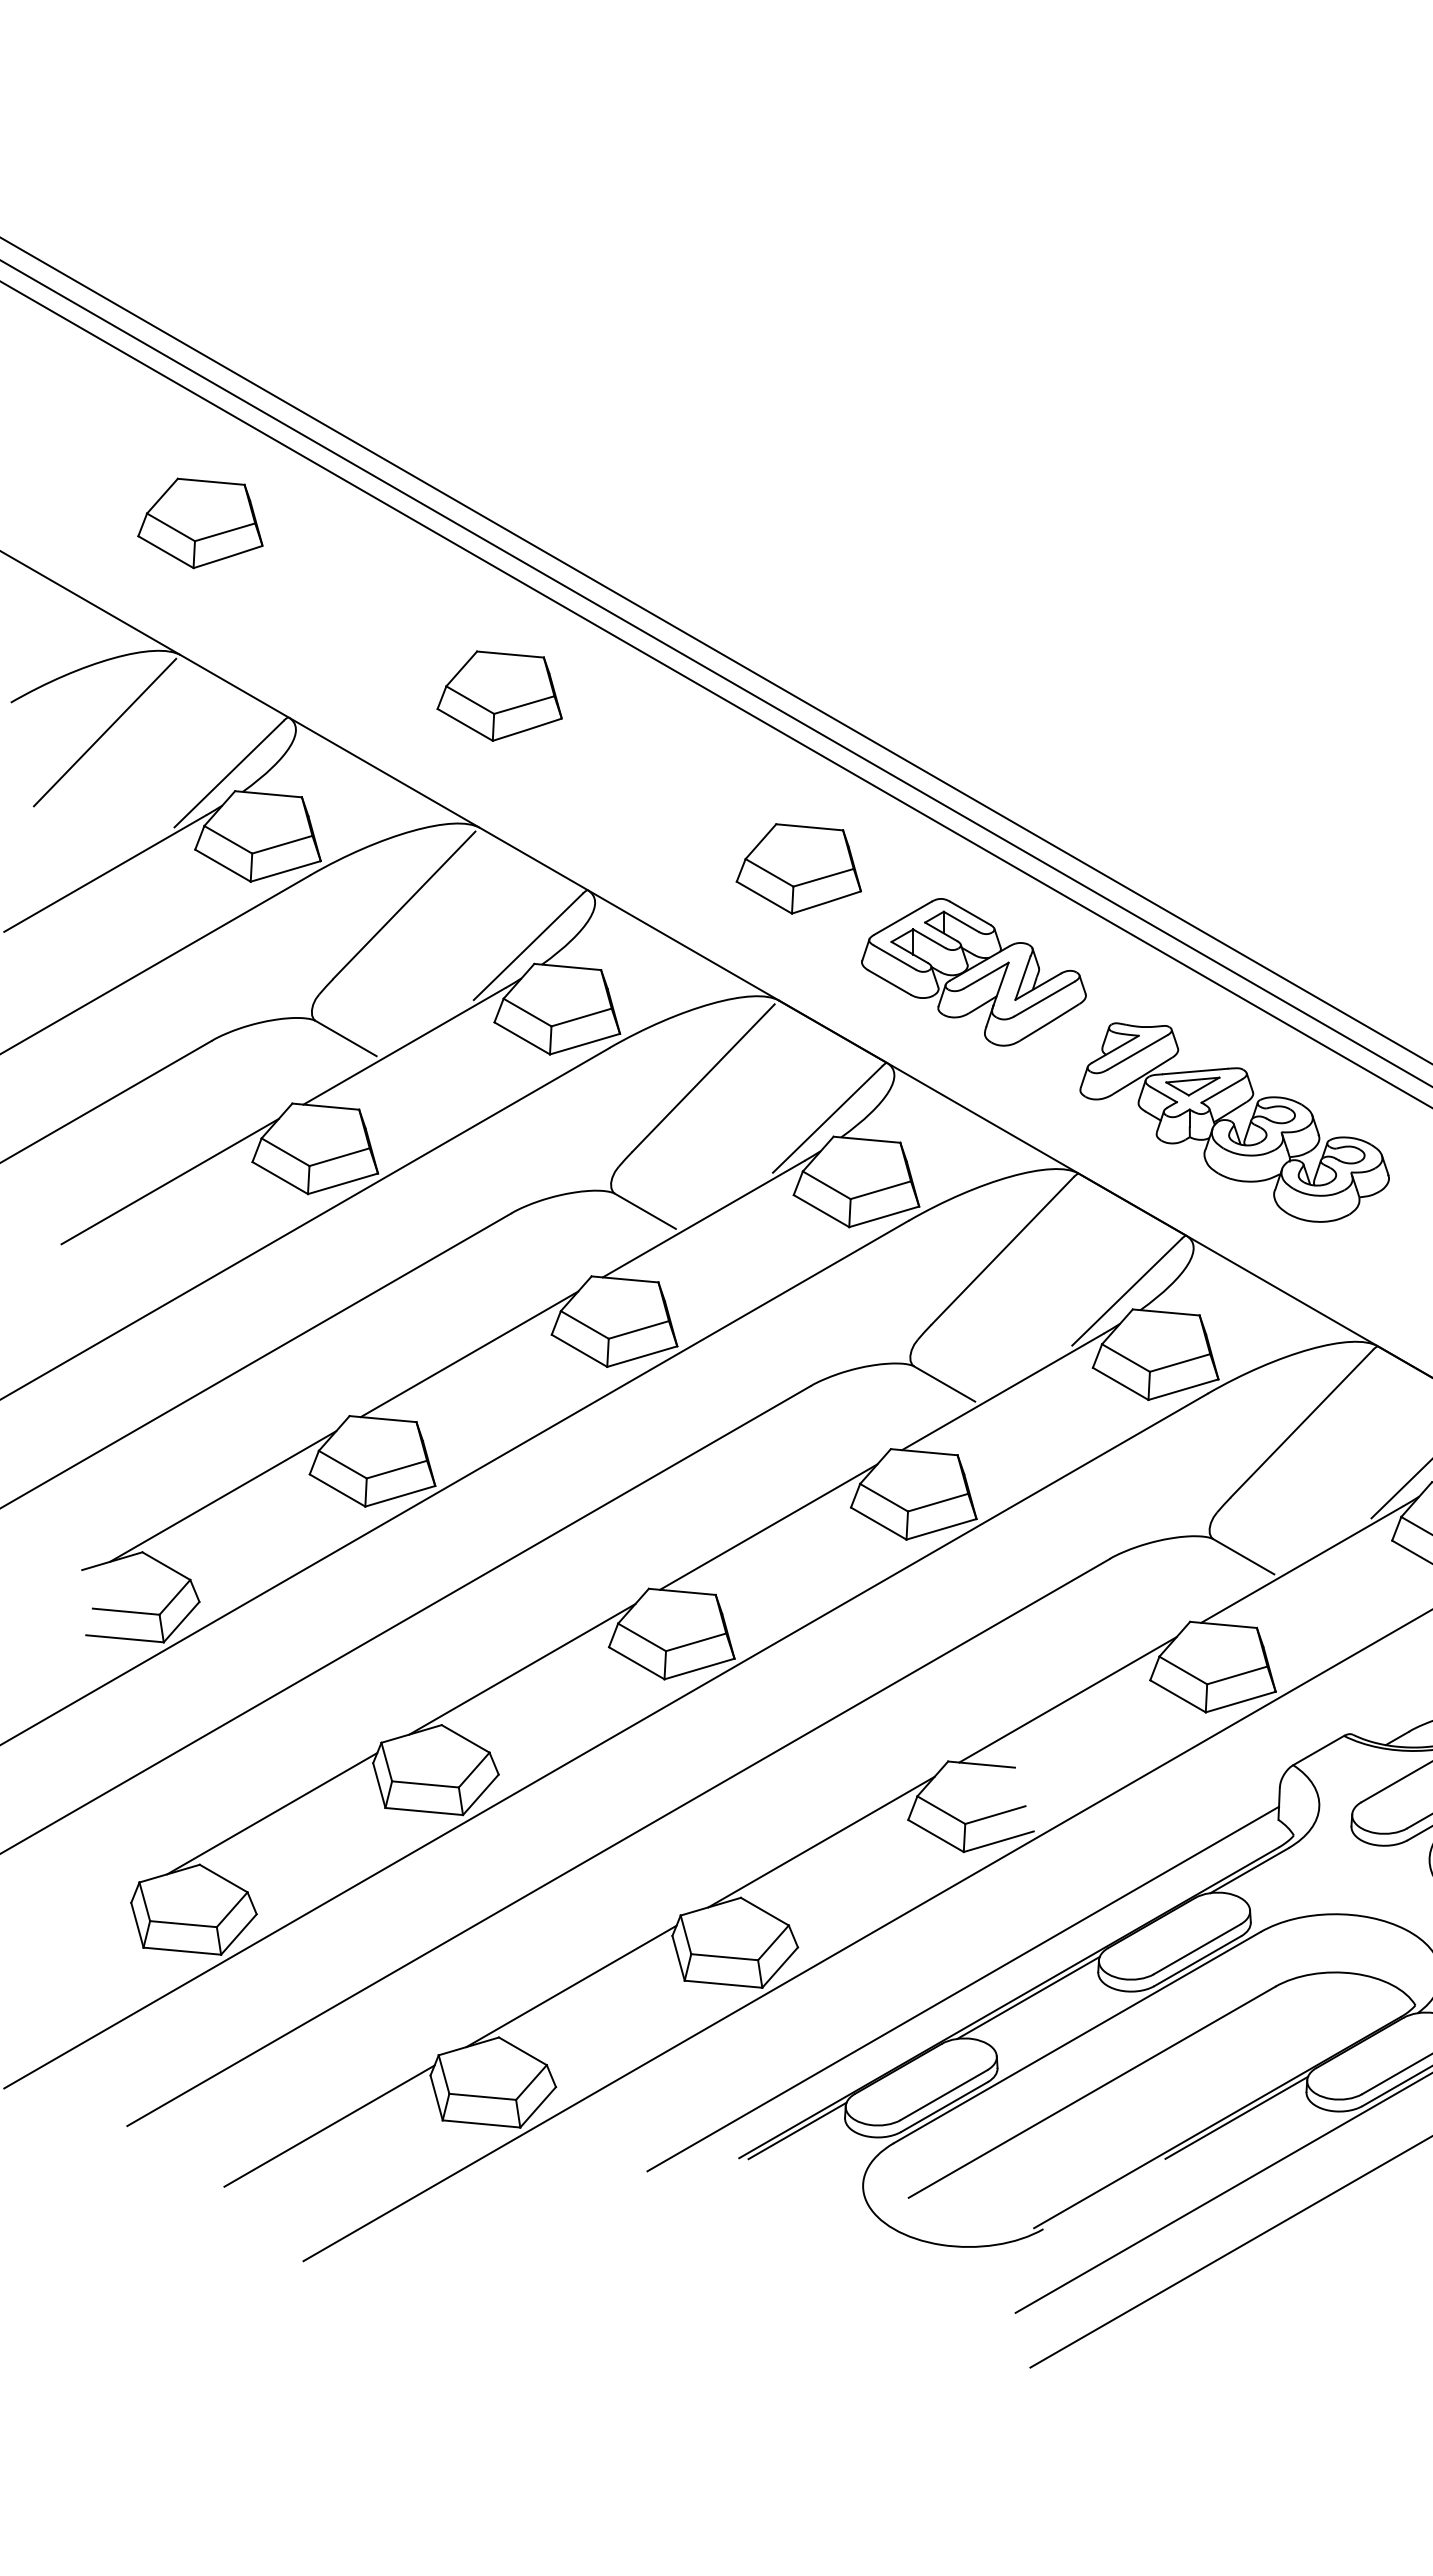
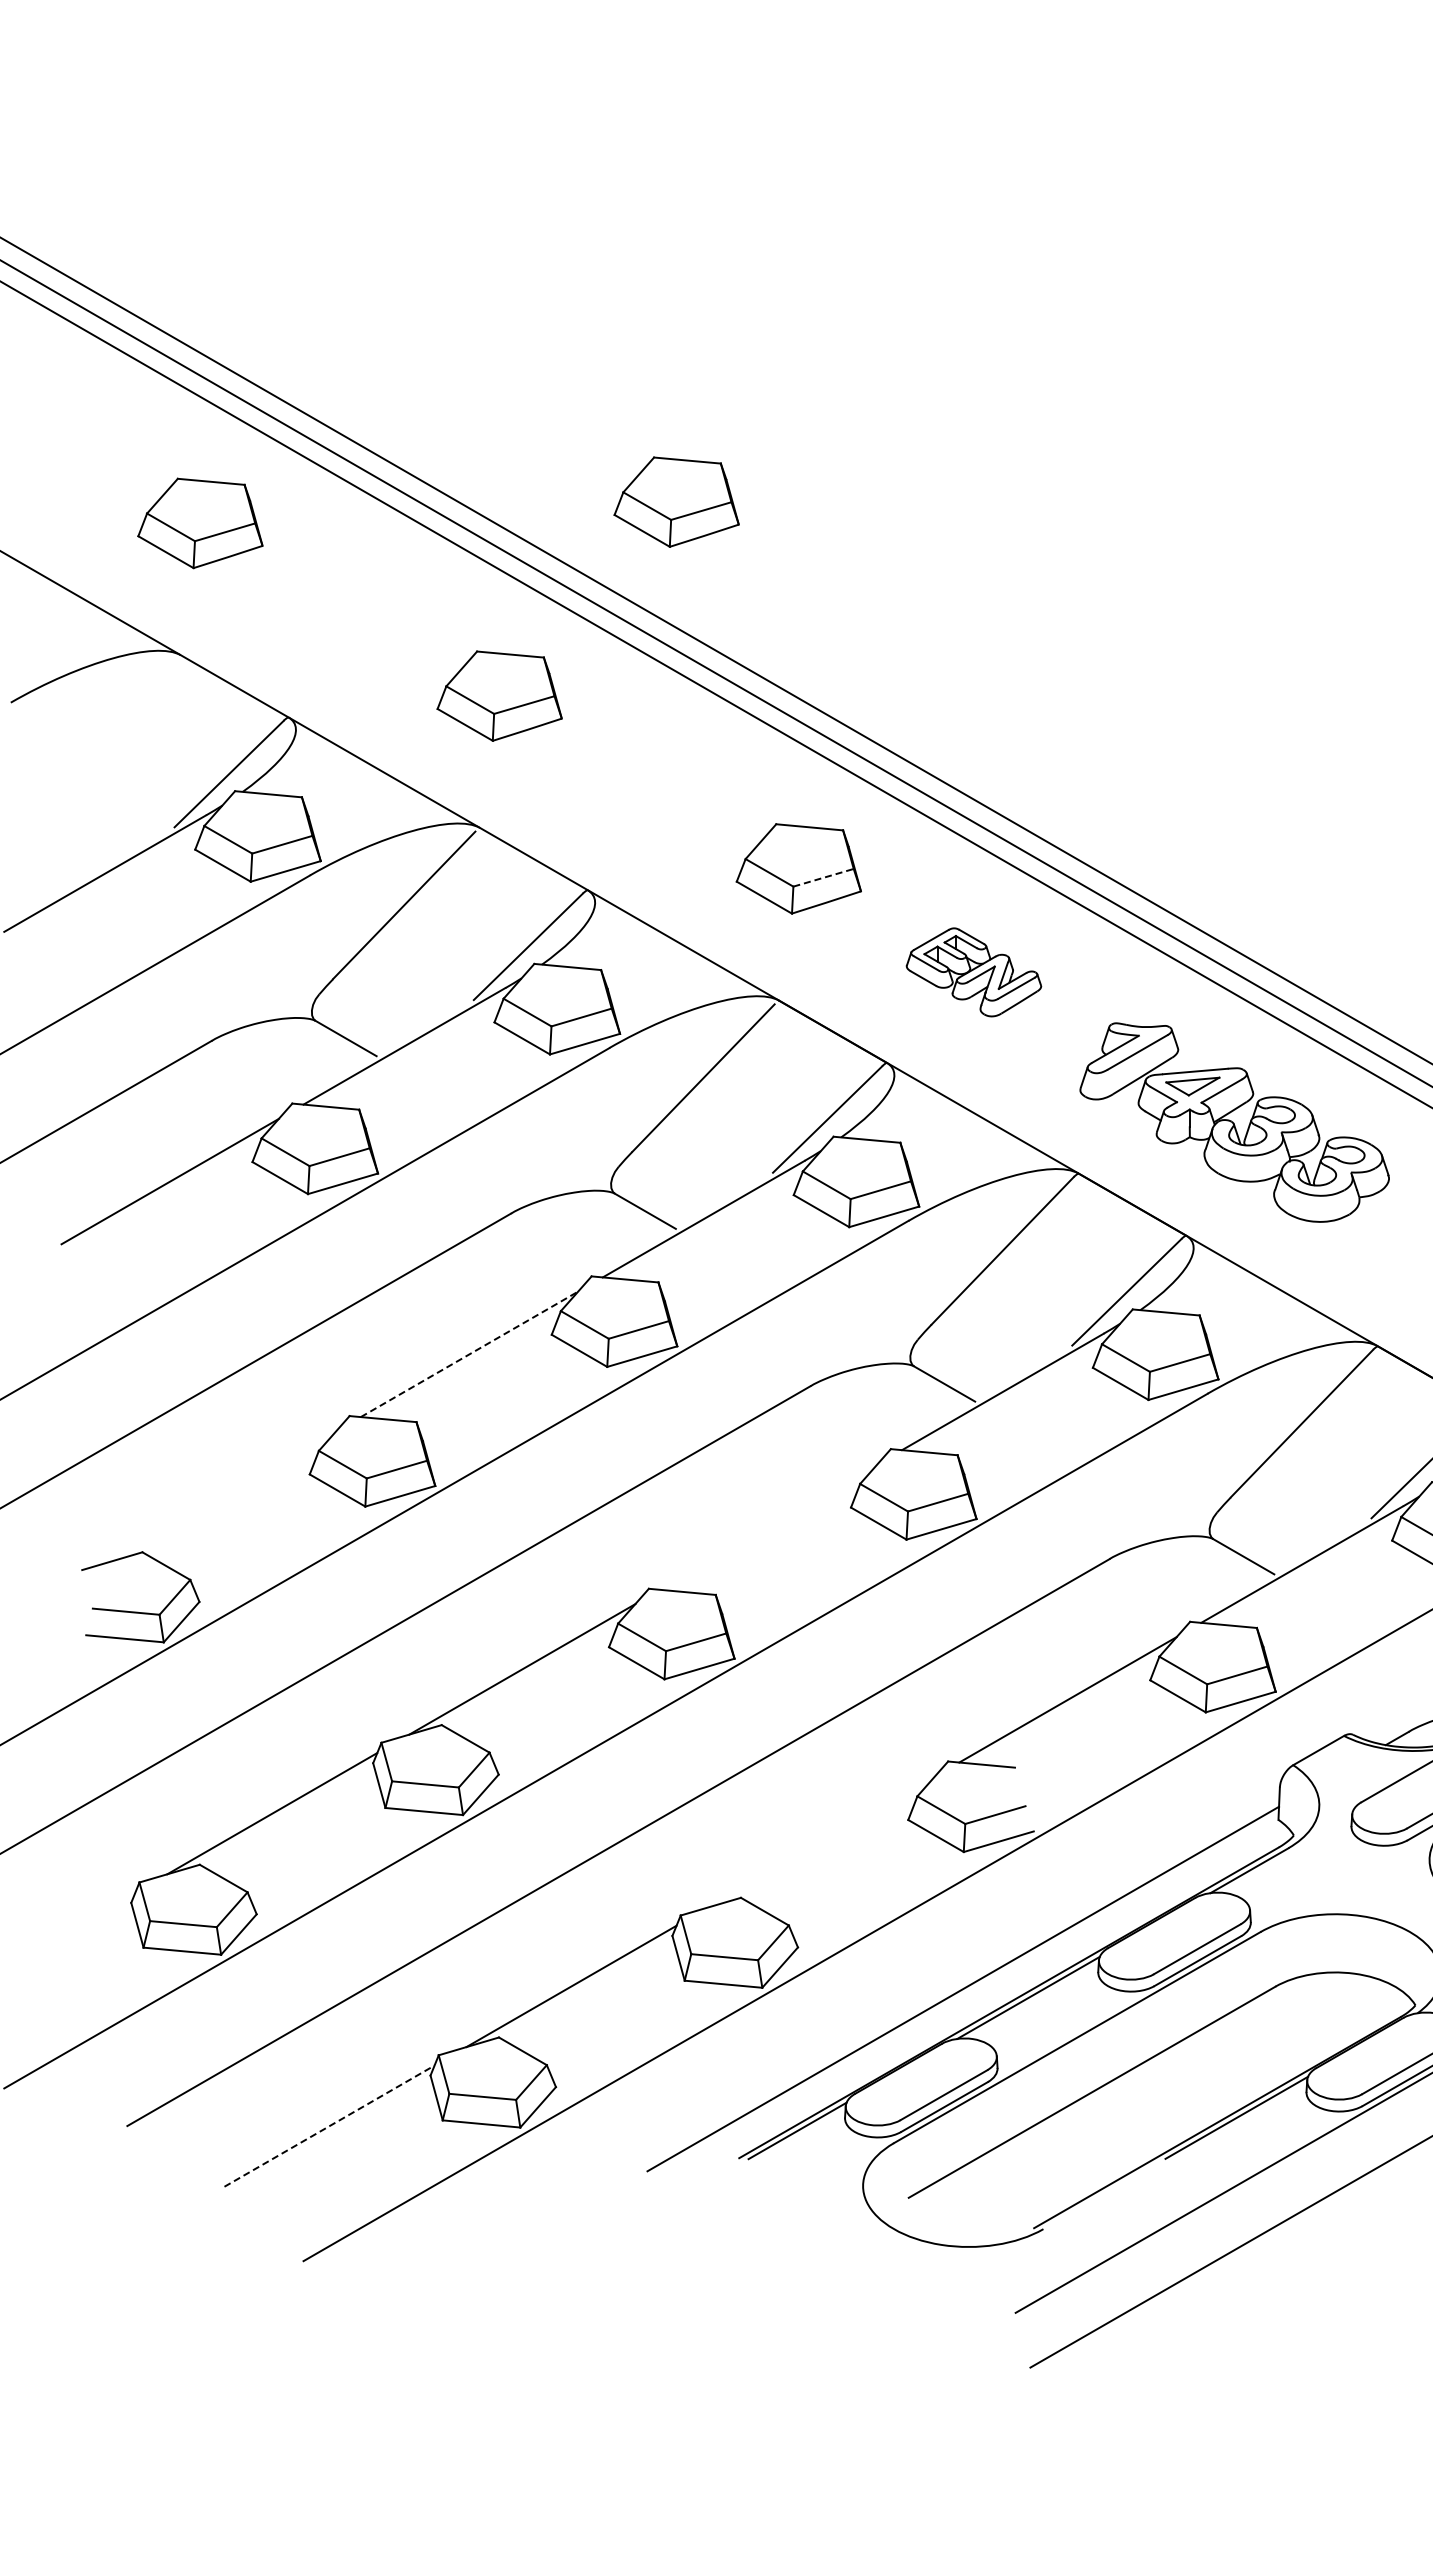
part at (676, 501): none -> present
line at (104, 732): present -> none
line at (824, 877): solid -> dashed
part at (973, 972) size: 226x149 px -> 138x91 px
line at (469, 1354): solid -> dashed
line at (222, 1496): present -> none
line at (768, 1526): present -> none
line at (821, 1841): present -> none
line at (330, 2125): solid -> dashed
